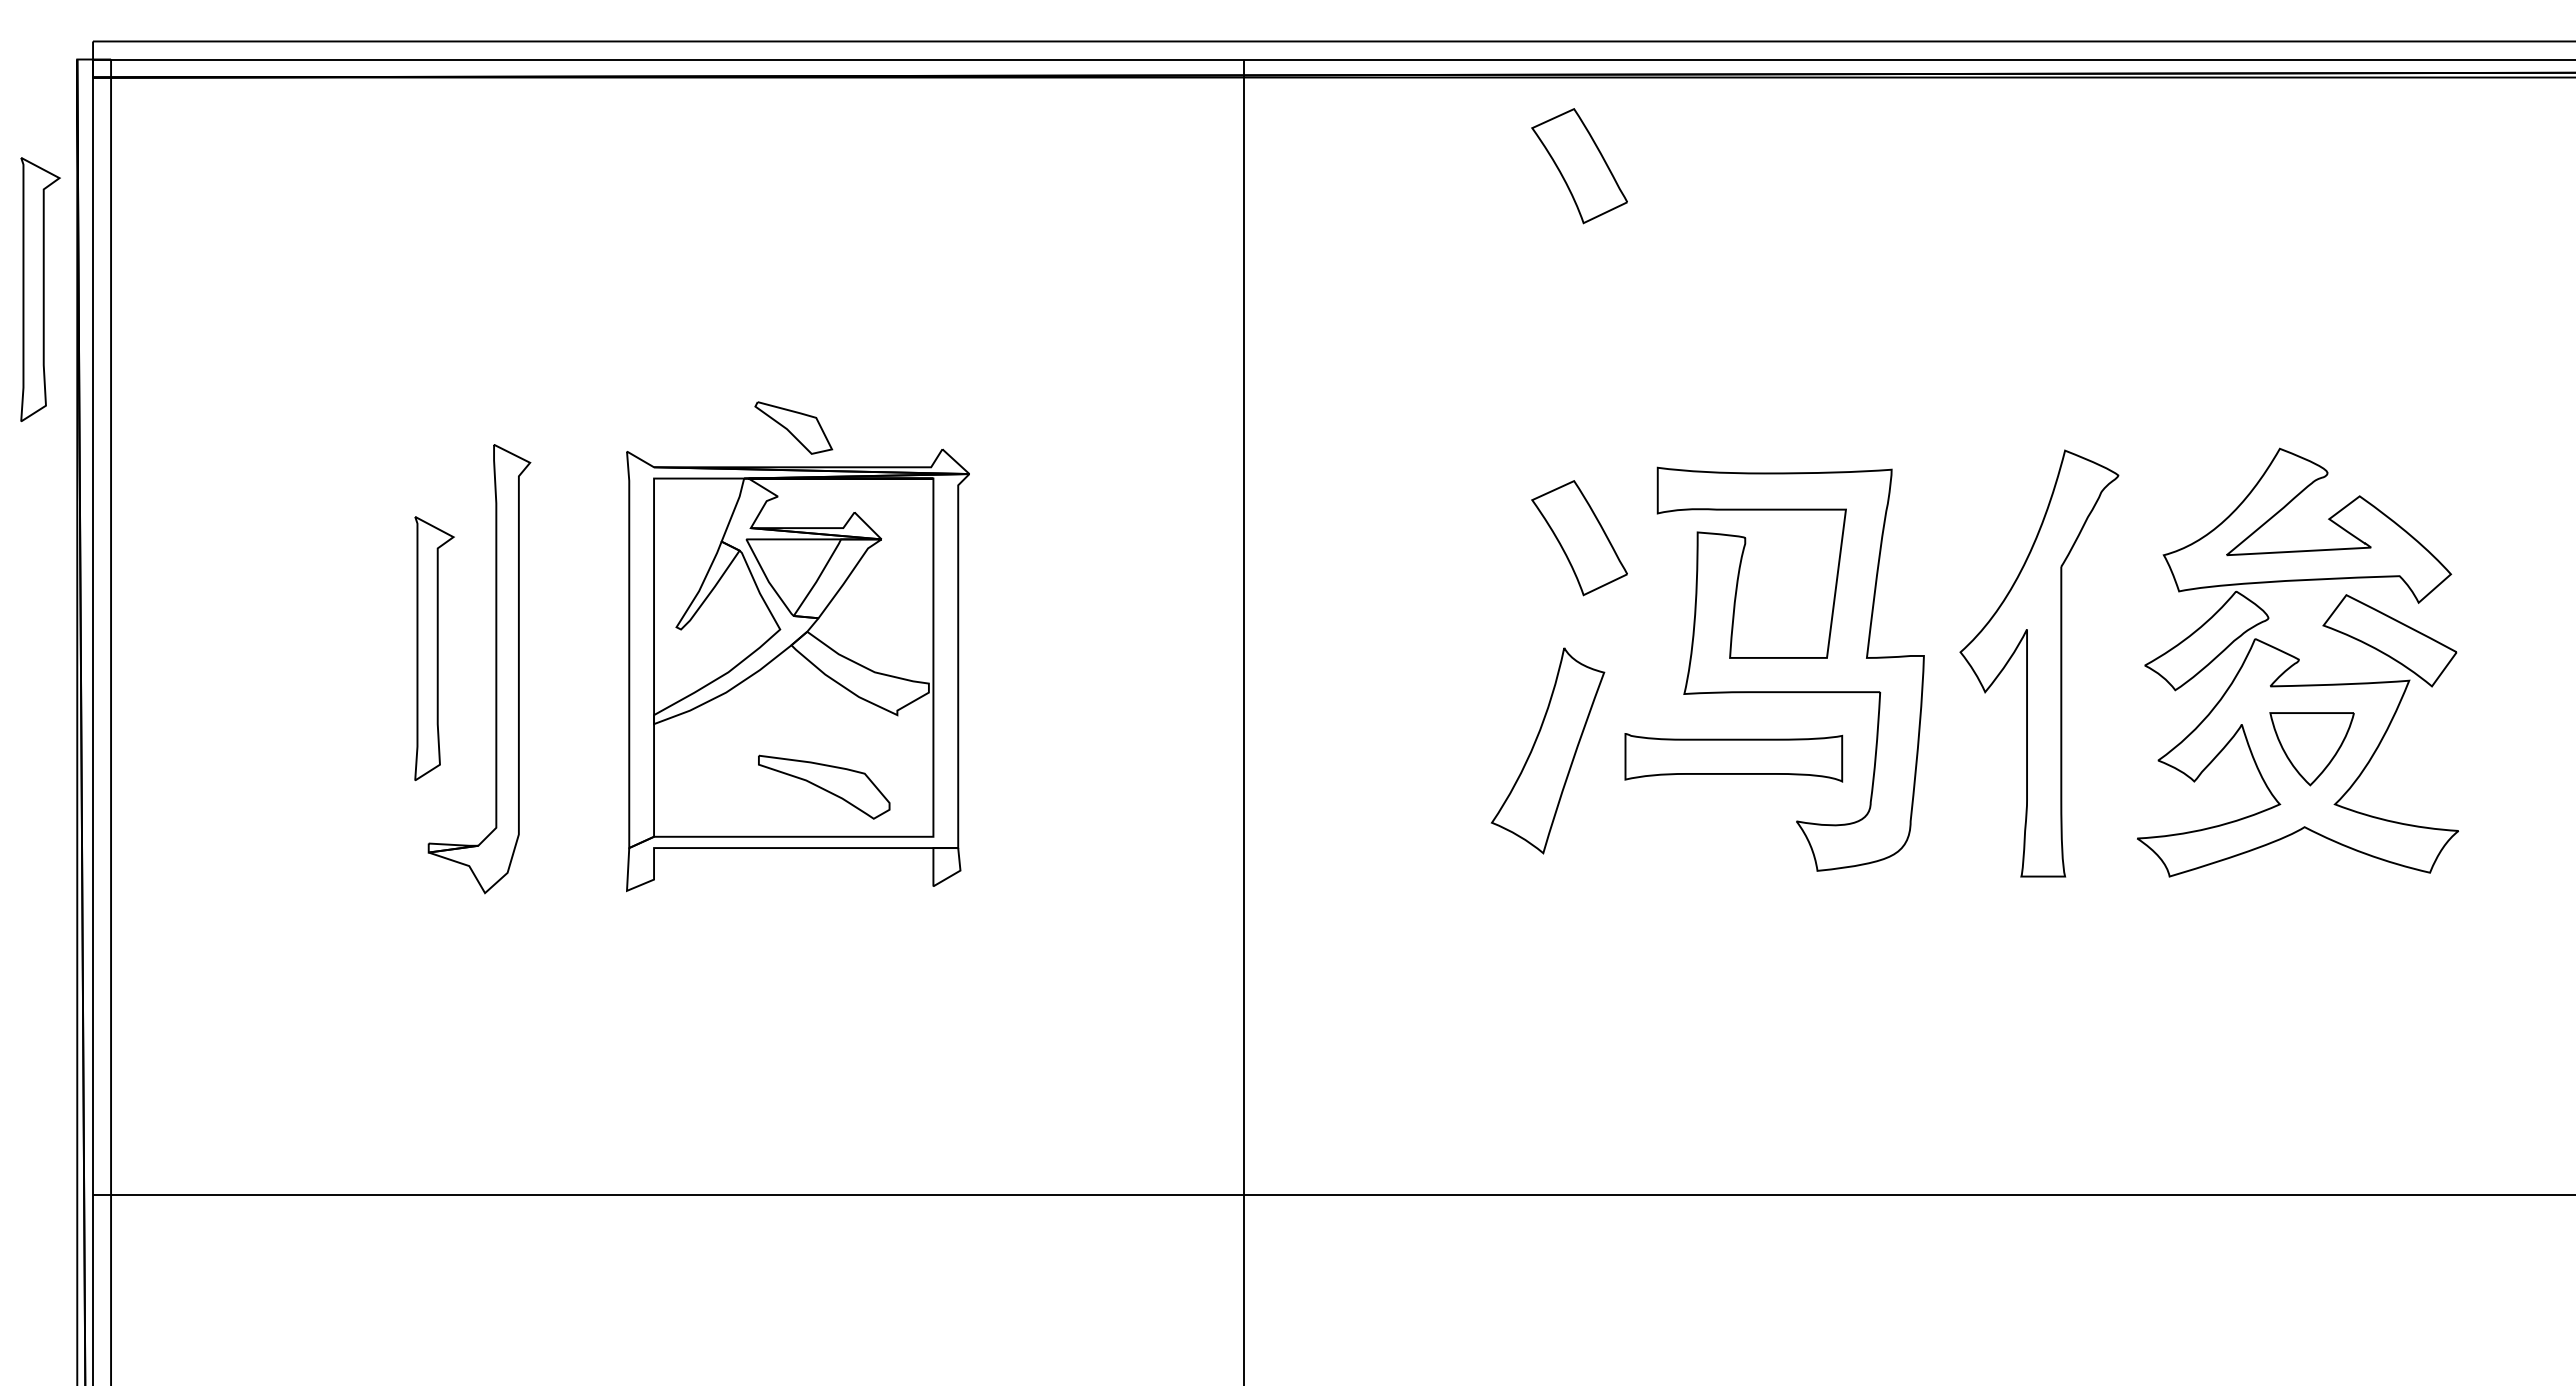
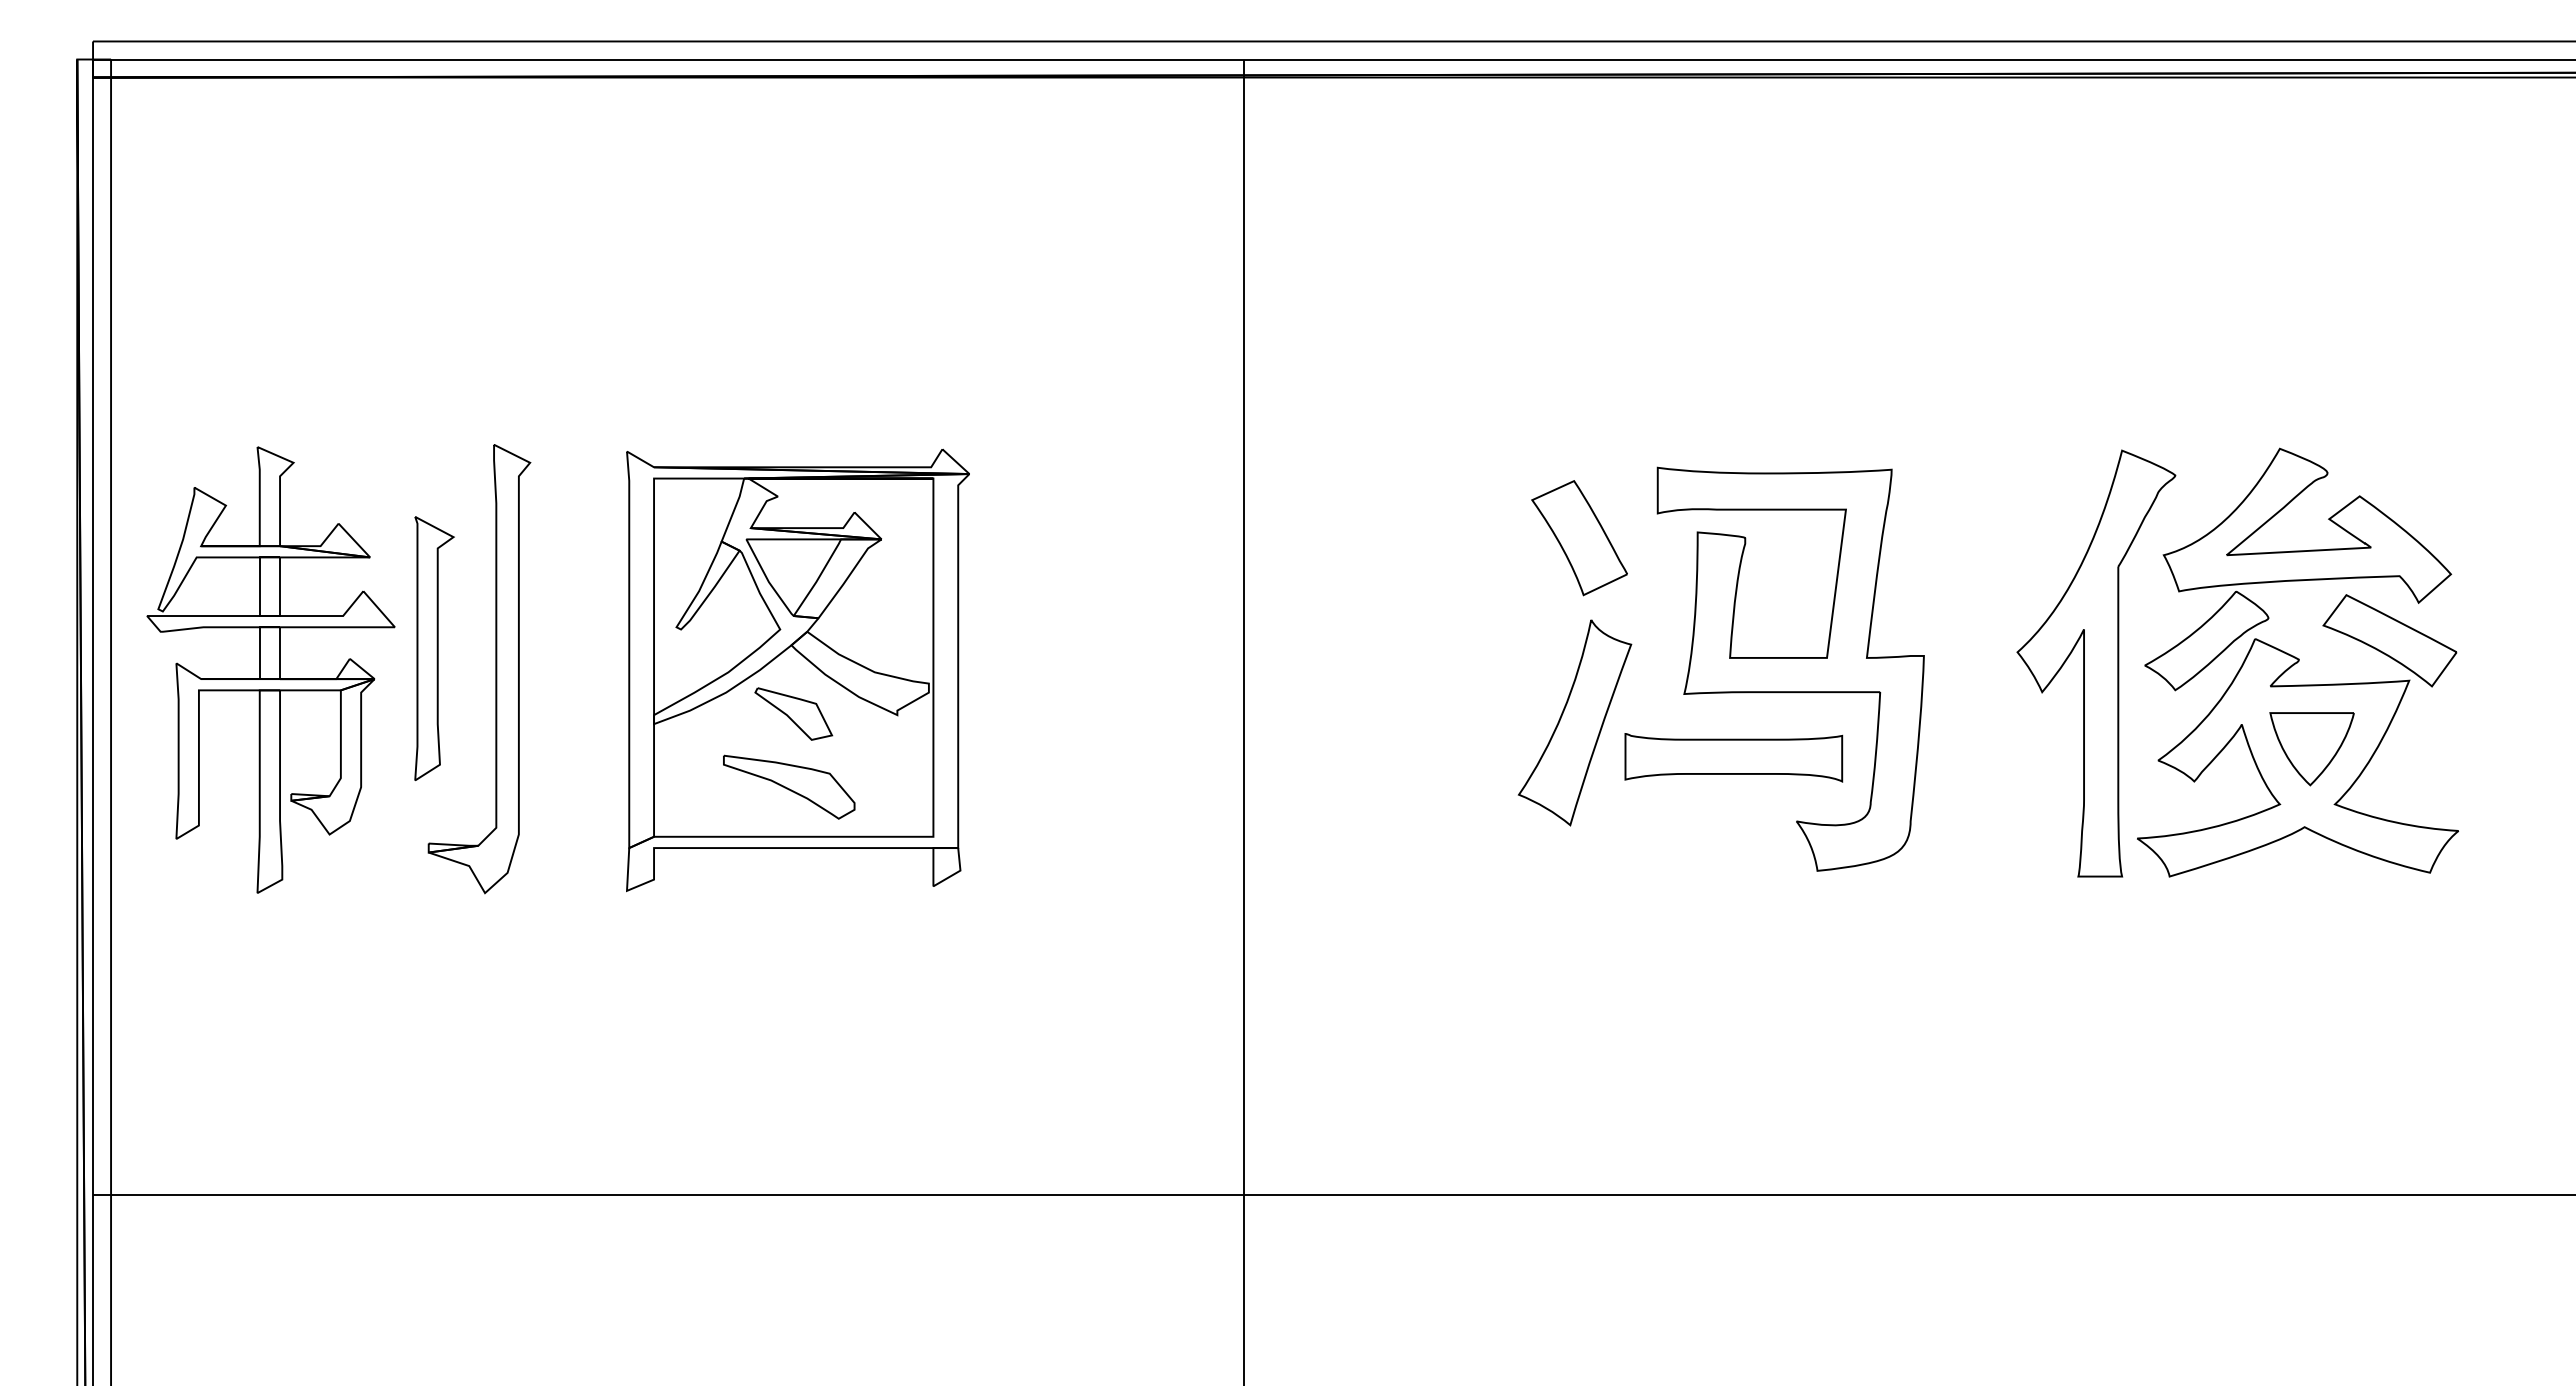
part at (1579, 166): present -> none
part at (40, 289): present -> none
part at (793, 427) position: (793, 427) -> (793, 713)
part at (2039, 663) position: (2039, 663) -> (2096, 663)
part at (270, 669): none -> present
part at (1547, 750) position: (1547, 750) -> (1574, 722)
part at (824, 786) position: (824, 786) -> (789, 786)
